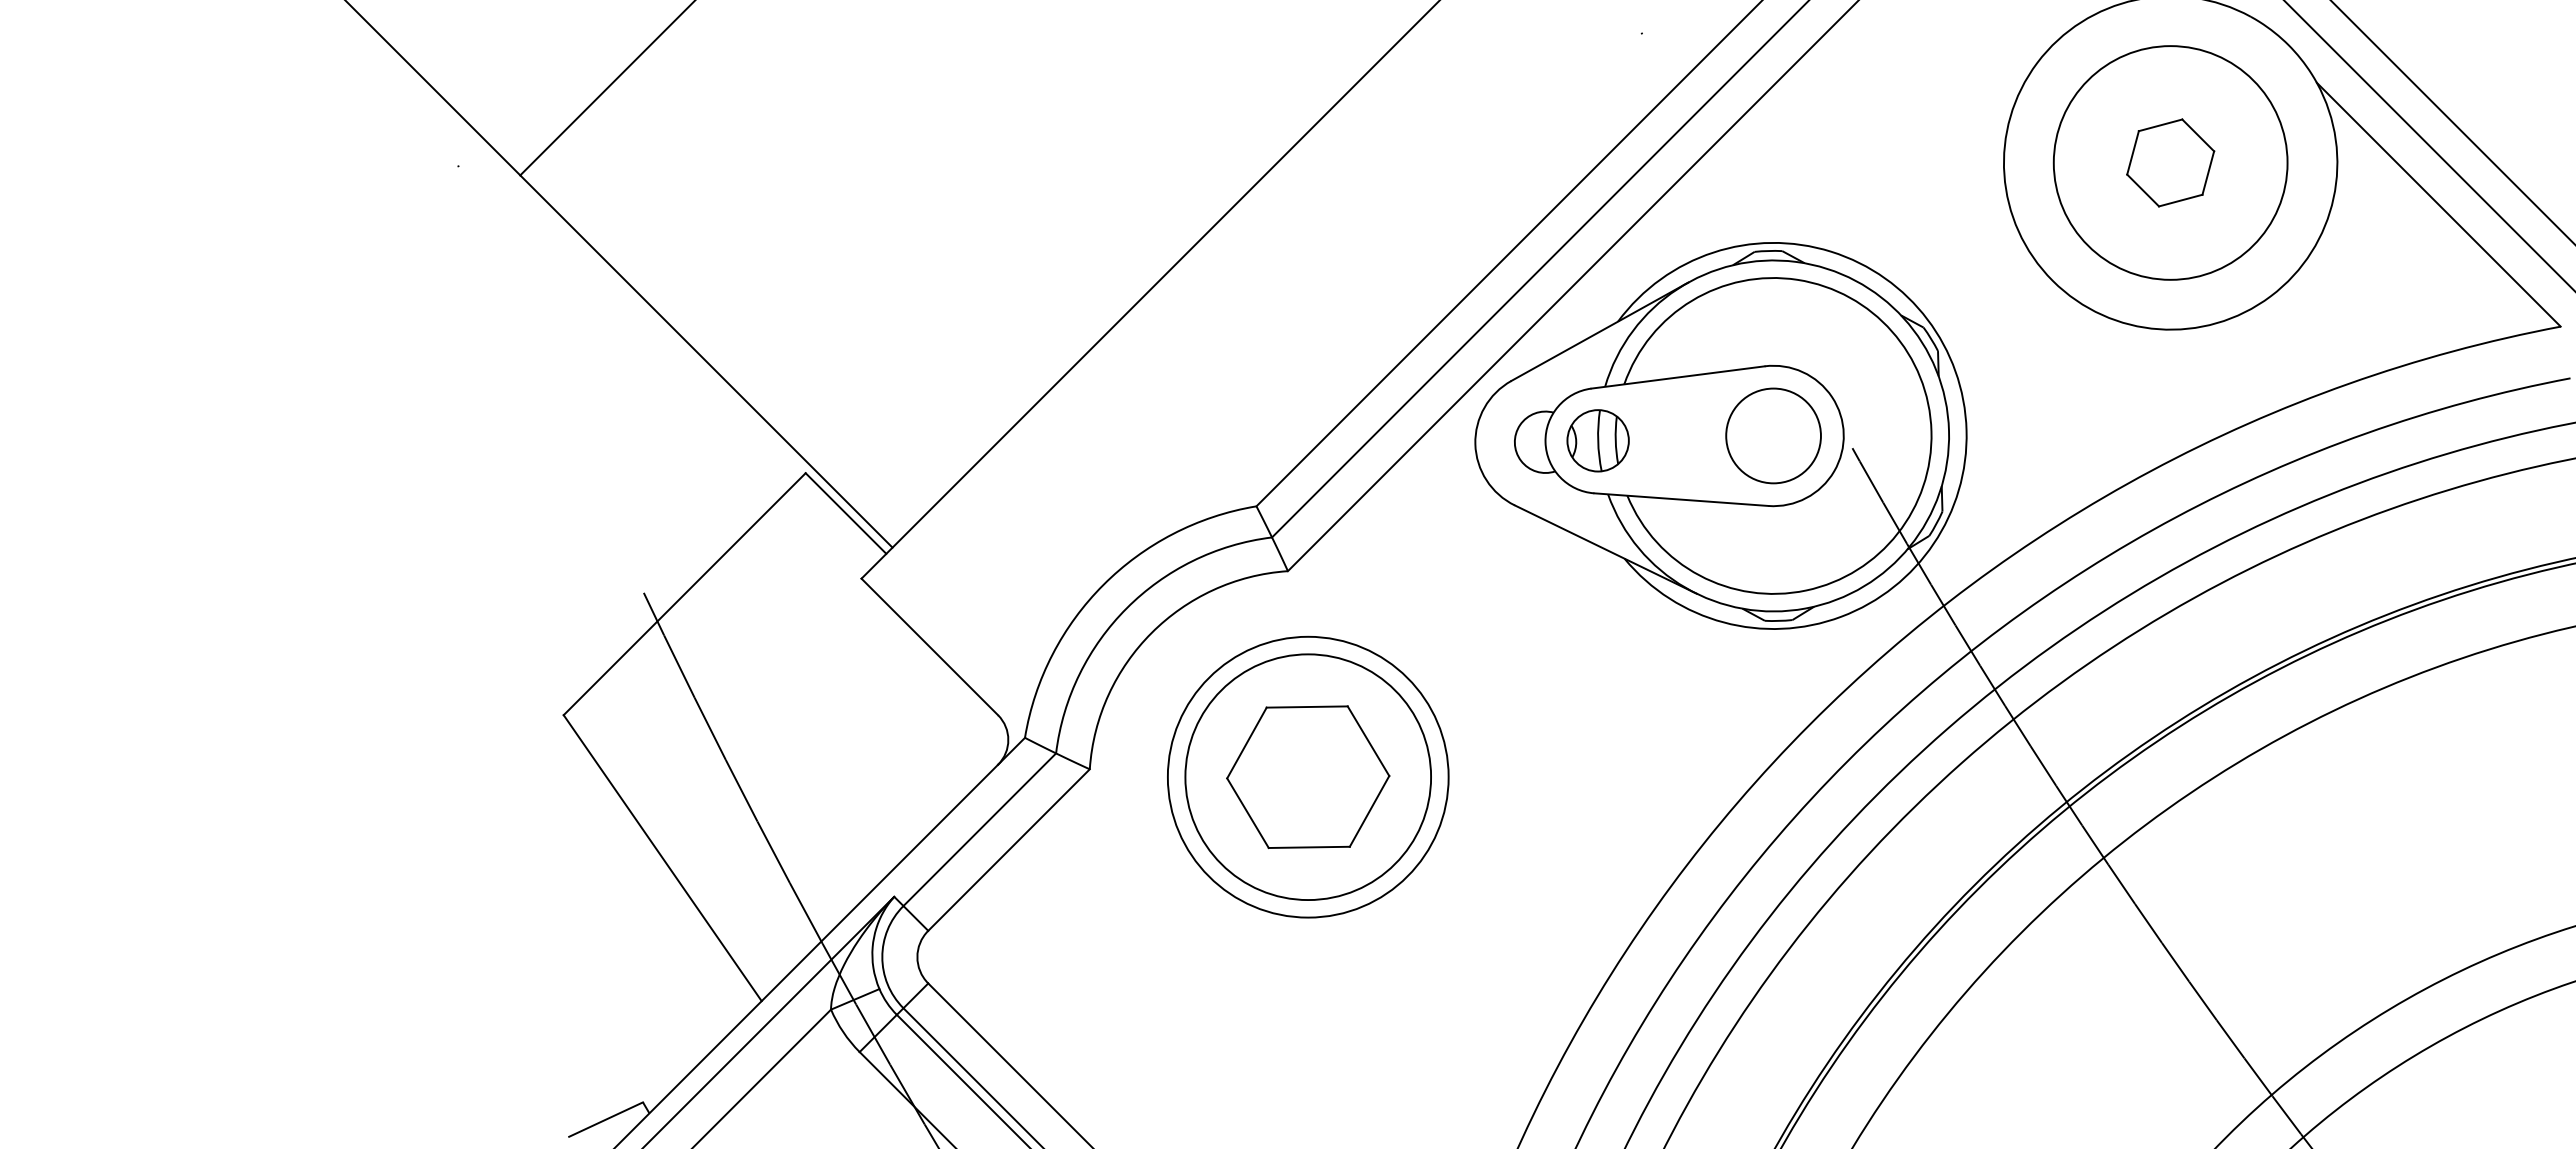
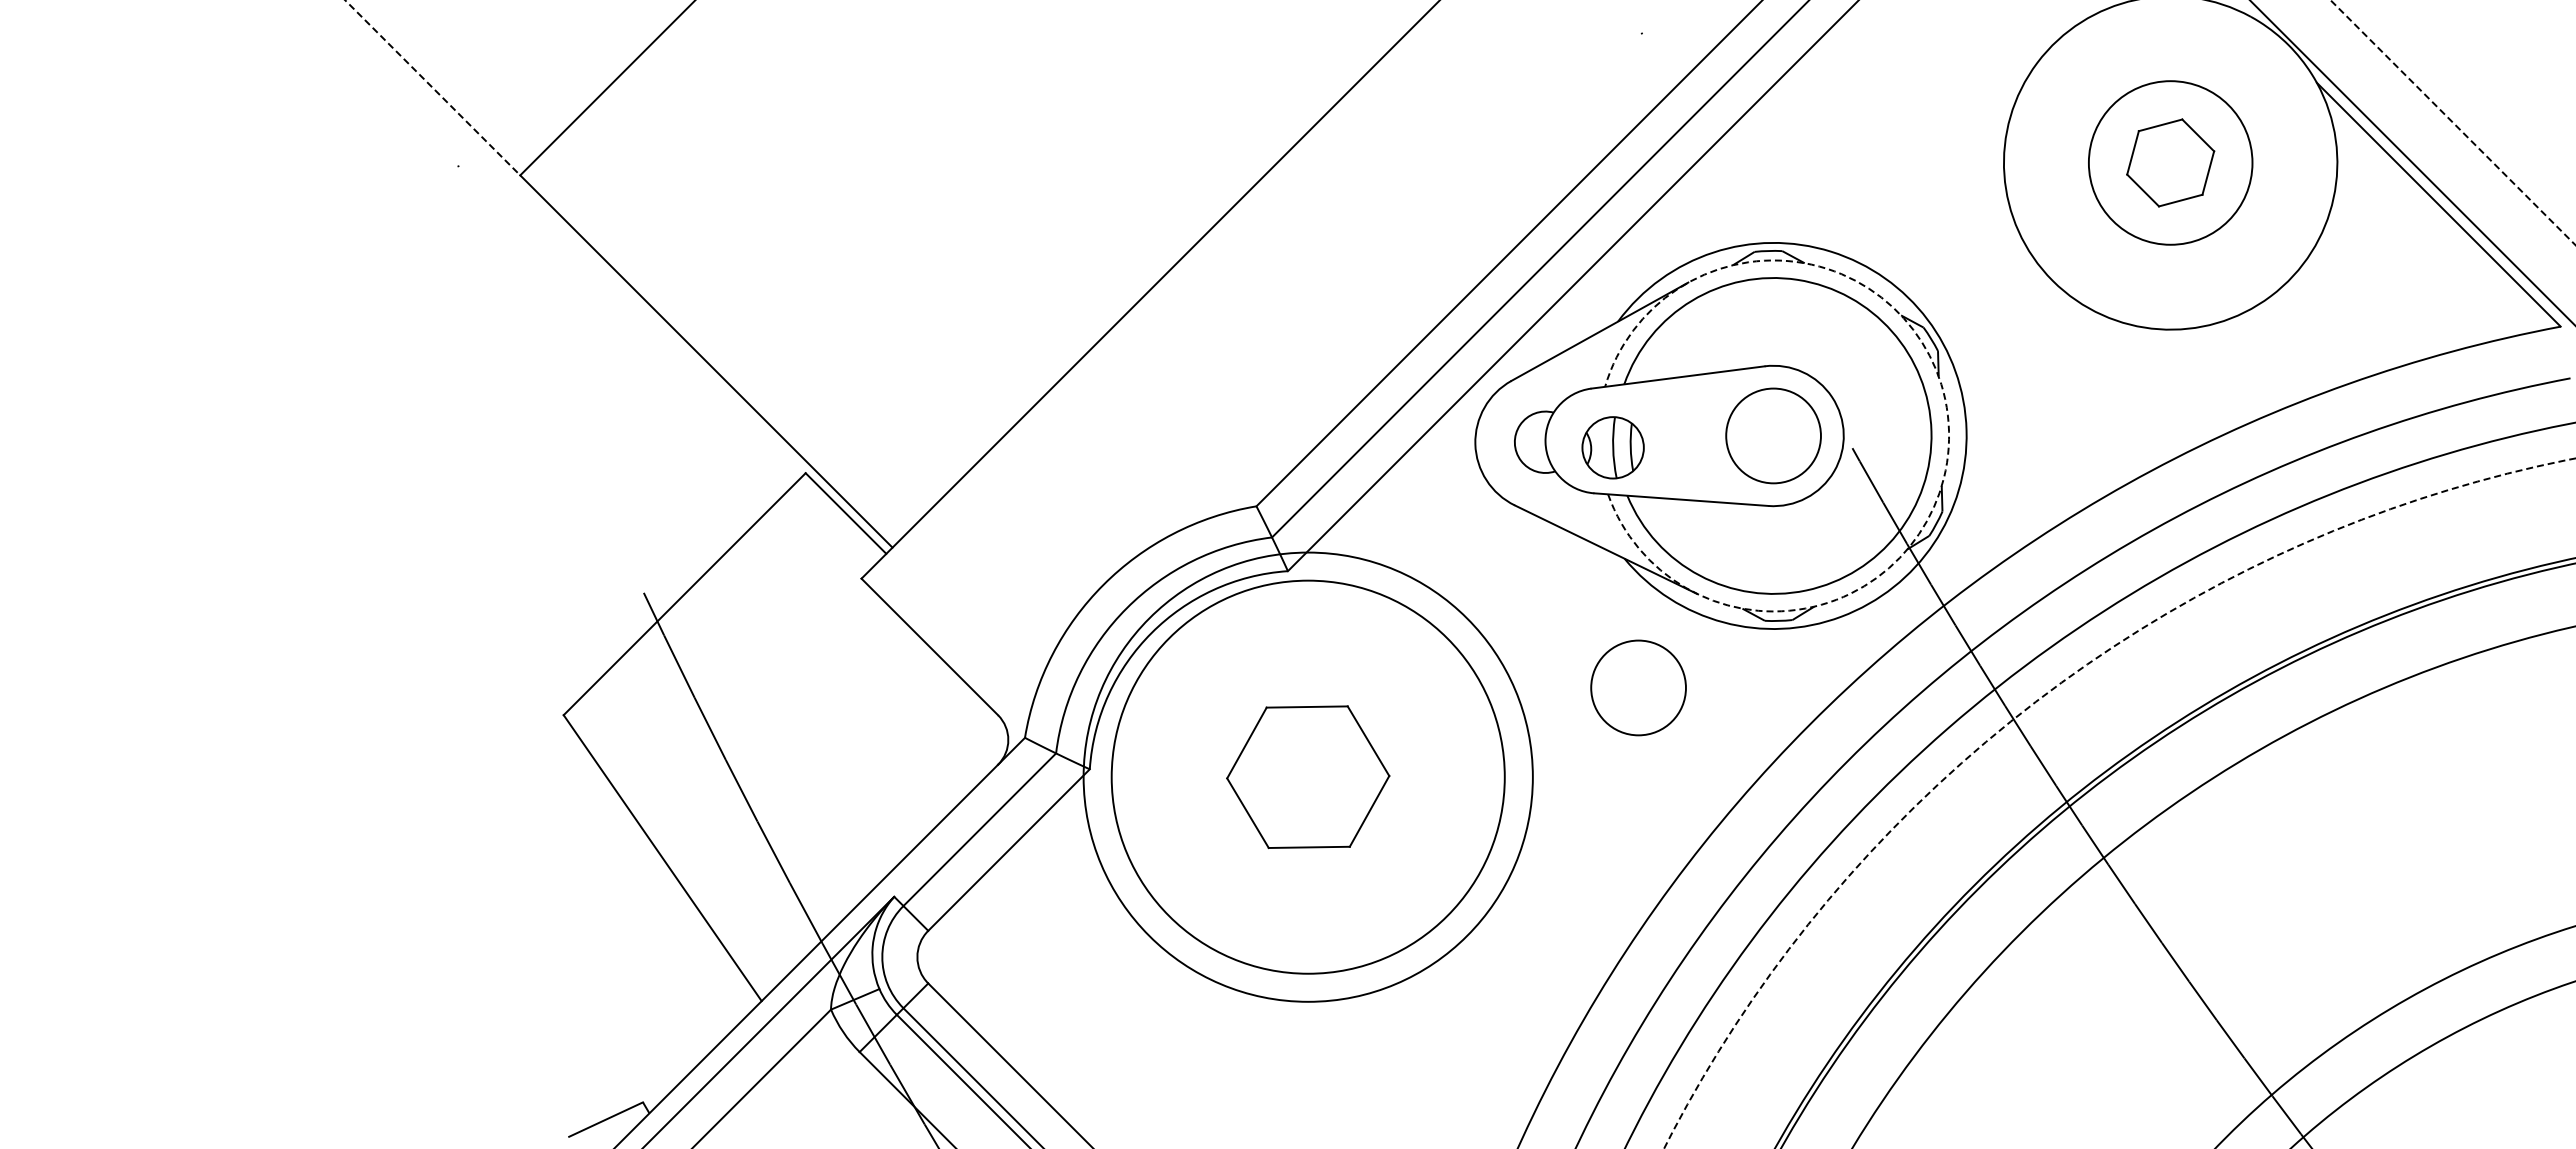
line at (432, 87): solid -> dashed
line at (2453, 123): solid -> dashed
line at (2429, 145) position: (2429, 145) -> (2412, 162)
circle at (2170, 162) diameter: 234 px -> 164 px
arc at (1949, 431): solid -> dashed
part at (1597, 440) position: (1597, 440) -> (1612, 447)
circle at (1638, 687): none -> present
arc at (2040, 698): solid -> dashed
circle at (1307, 776) diameter: 281 px -> 449 px
circle at (1308, 777) diameter: 246 px -> 393 px
